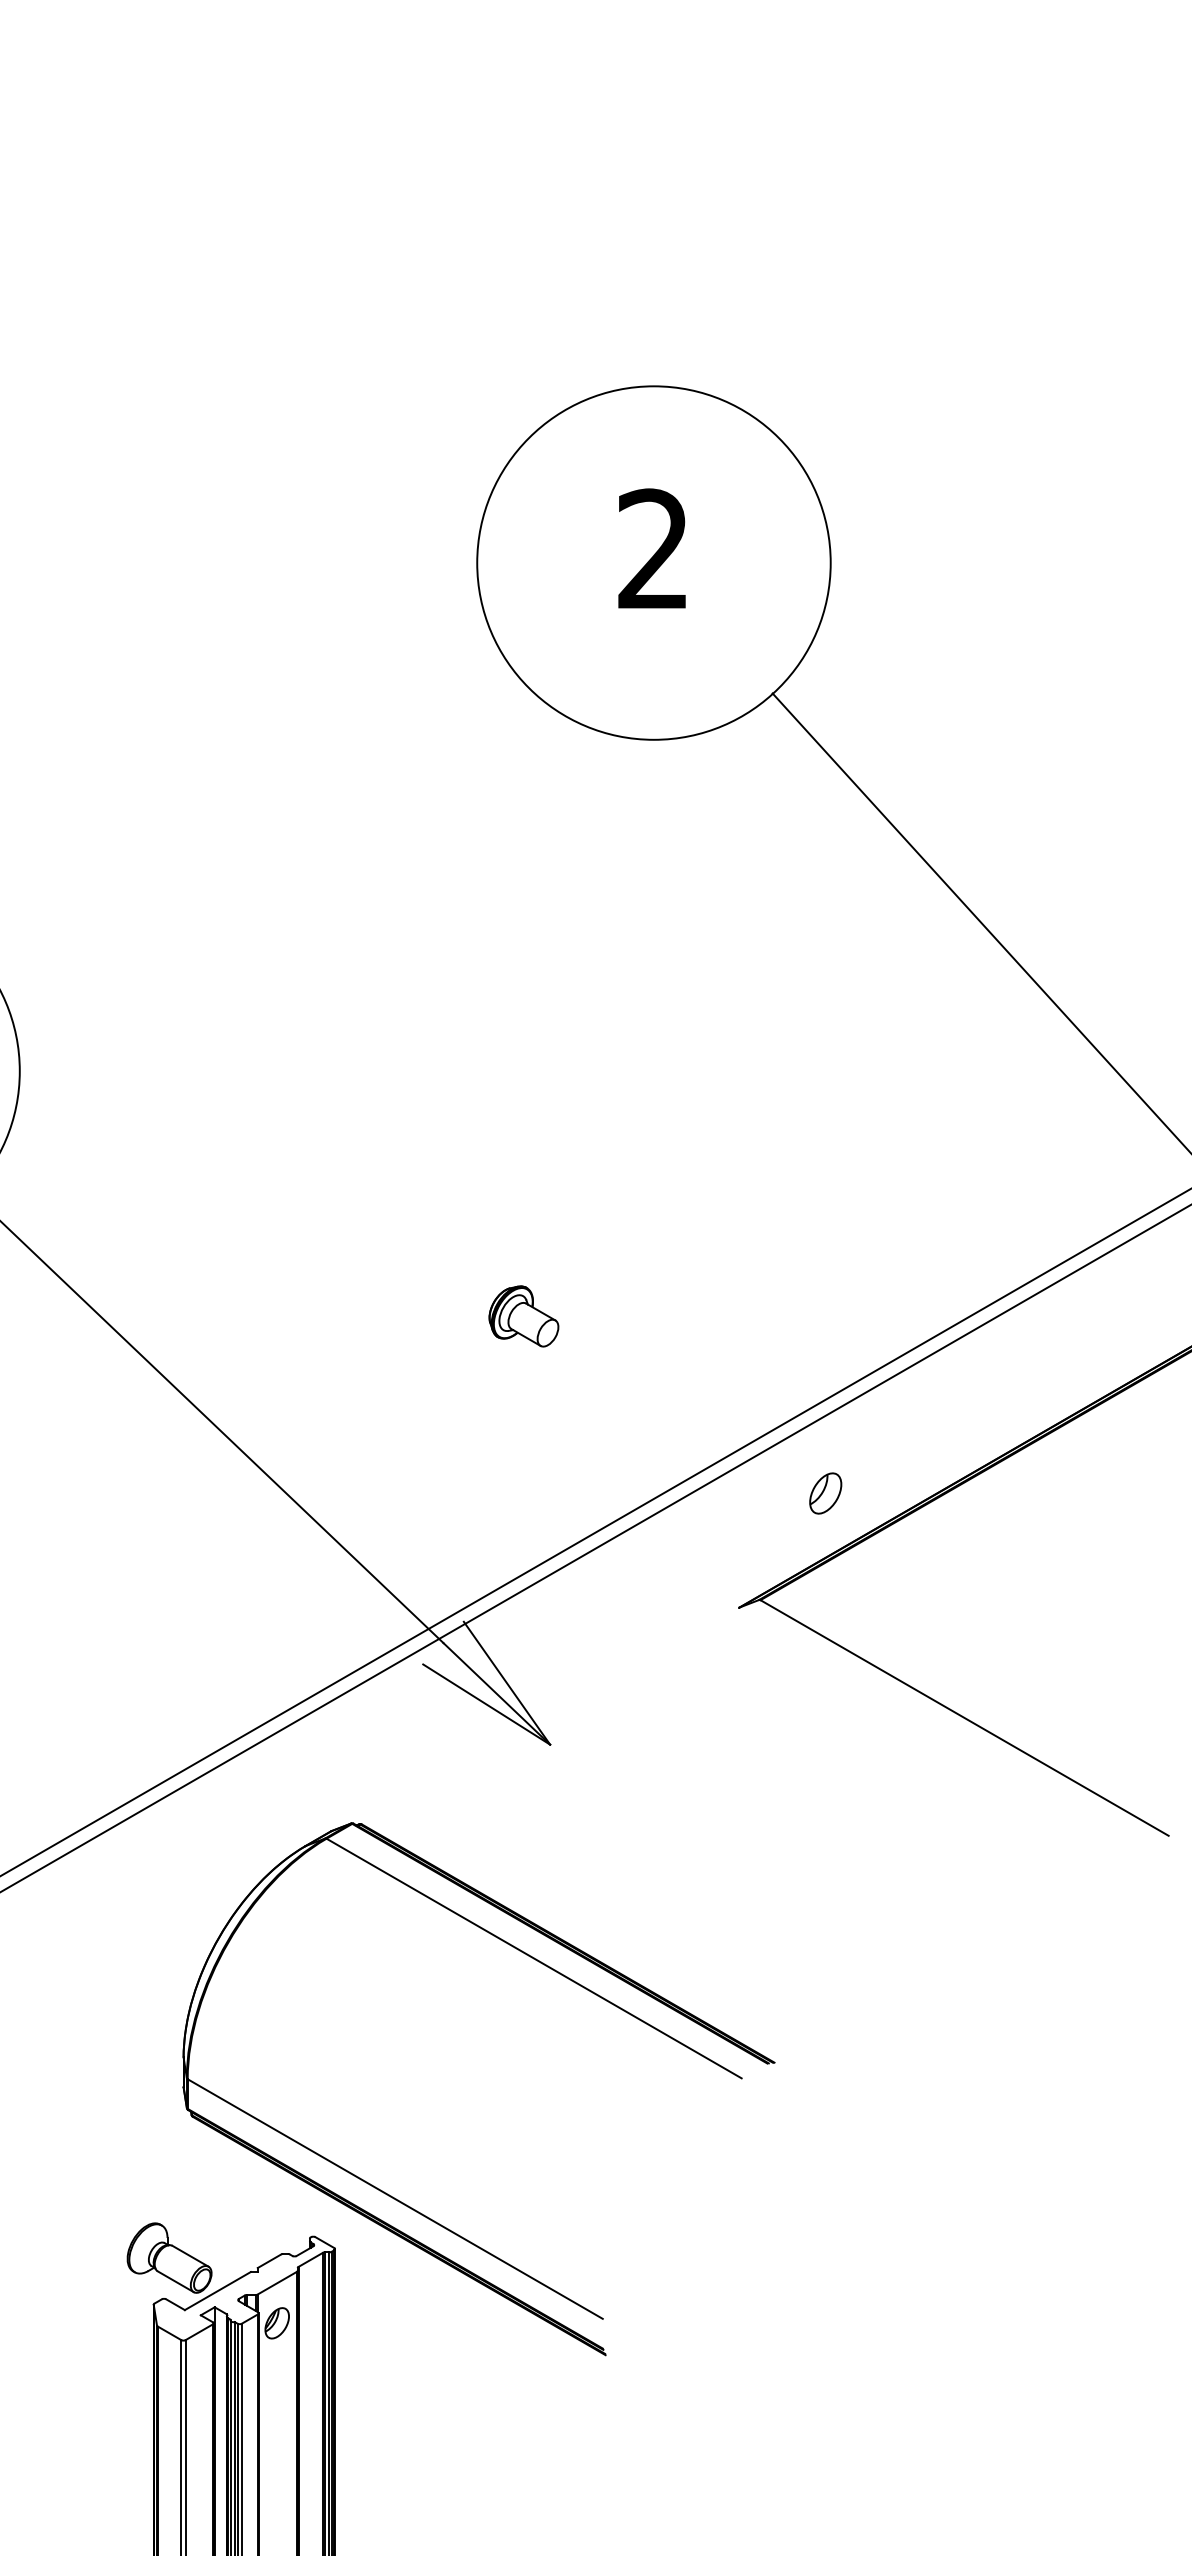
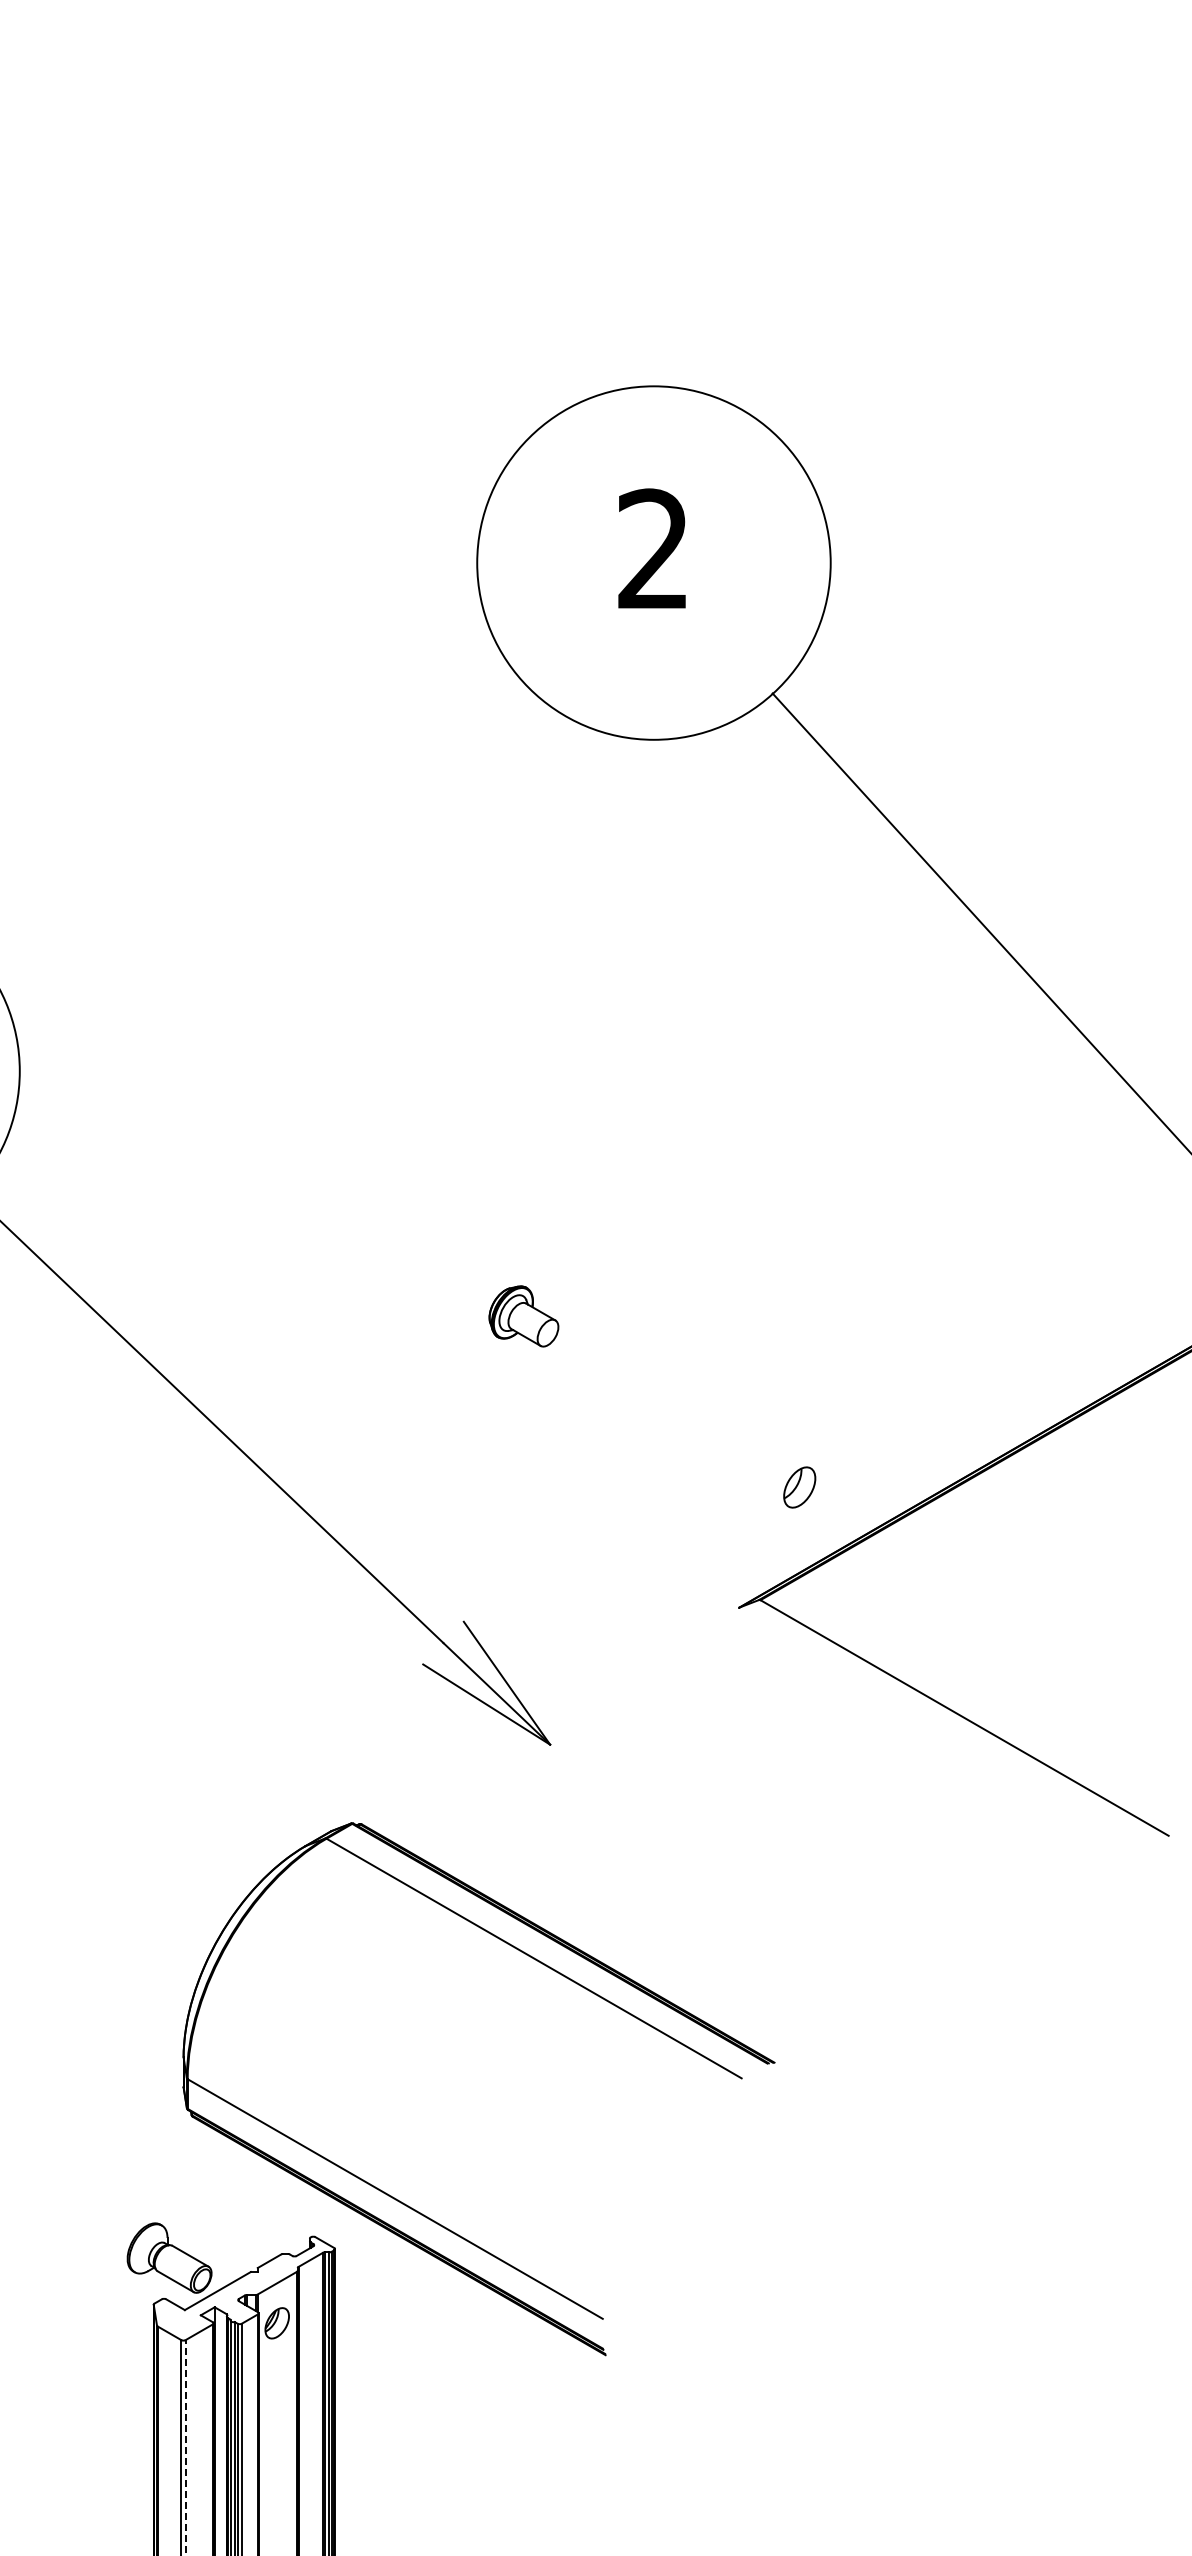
part at (825, 1493) position: (825, 1493) -> (799, 1487)
line at (595, 1532): present -> none
line at (595, 1548): present -> none
line at (185, 2447): solid -> dashed
